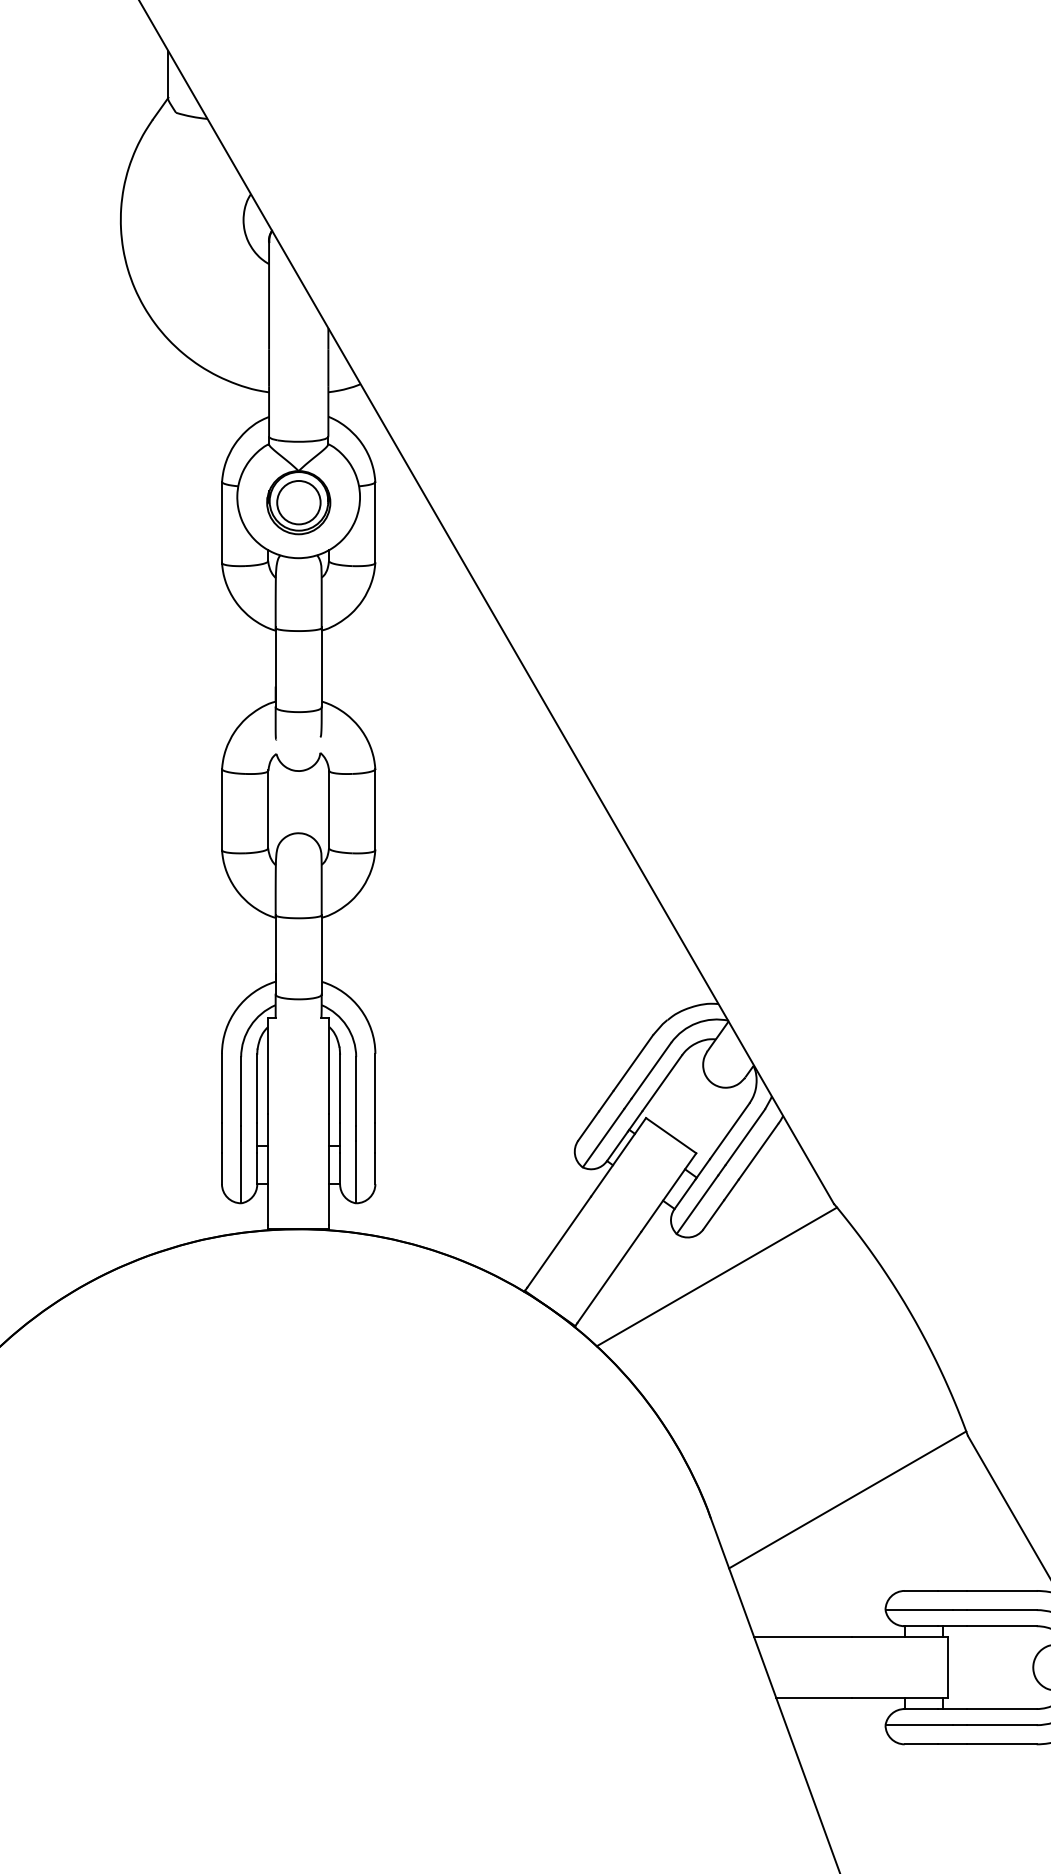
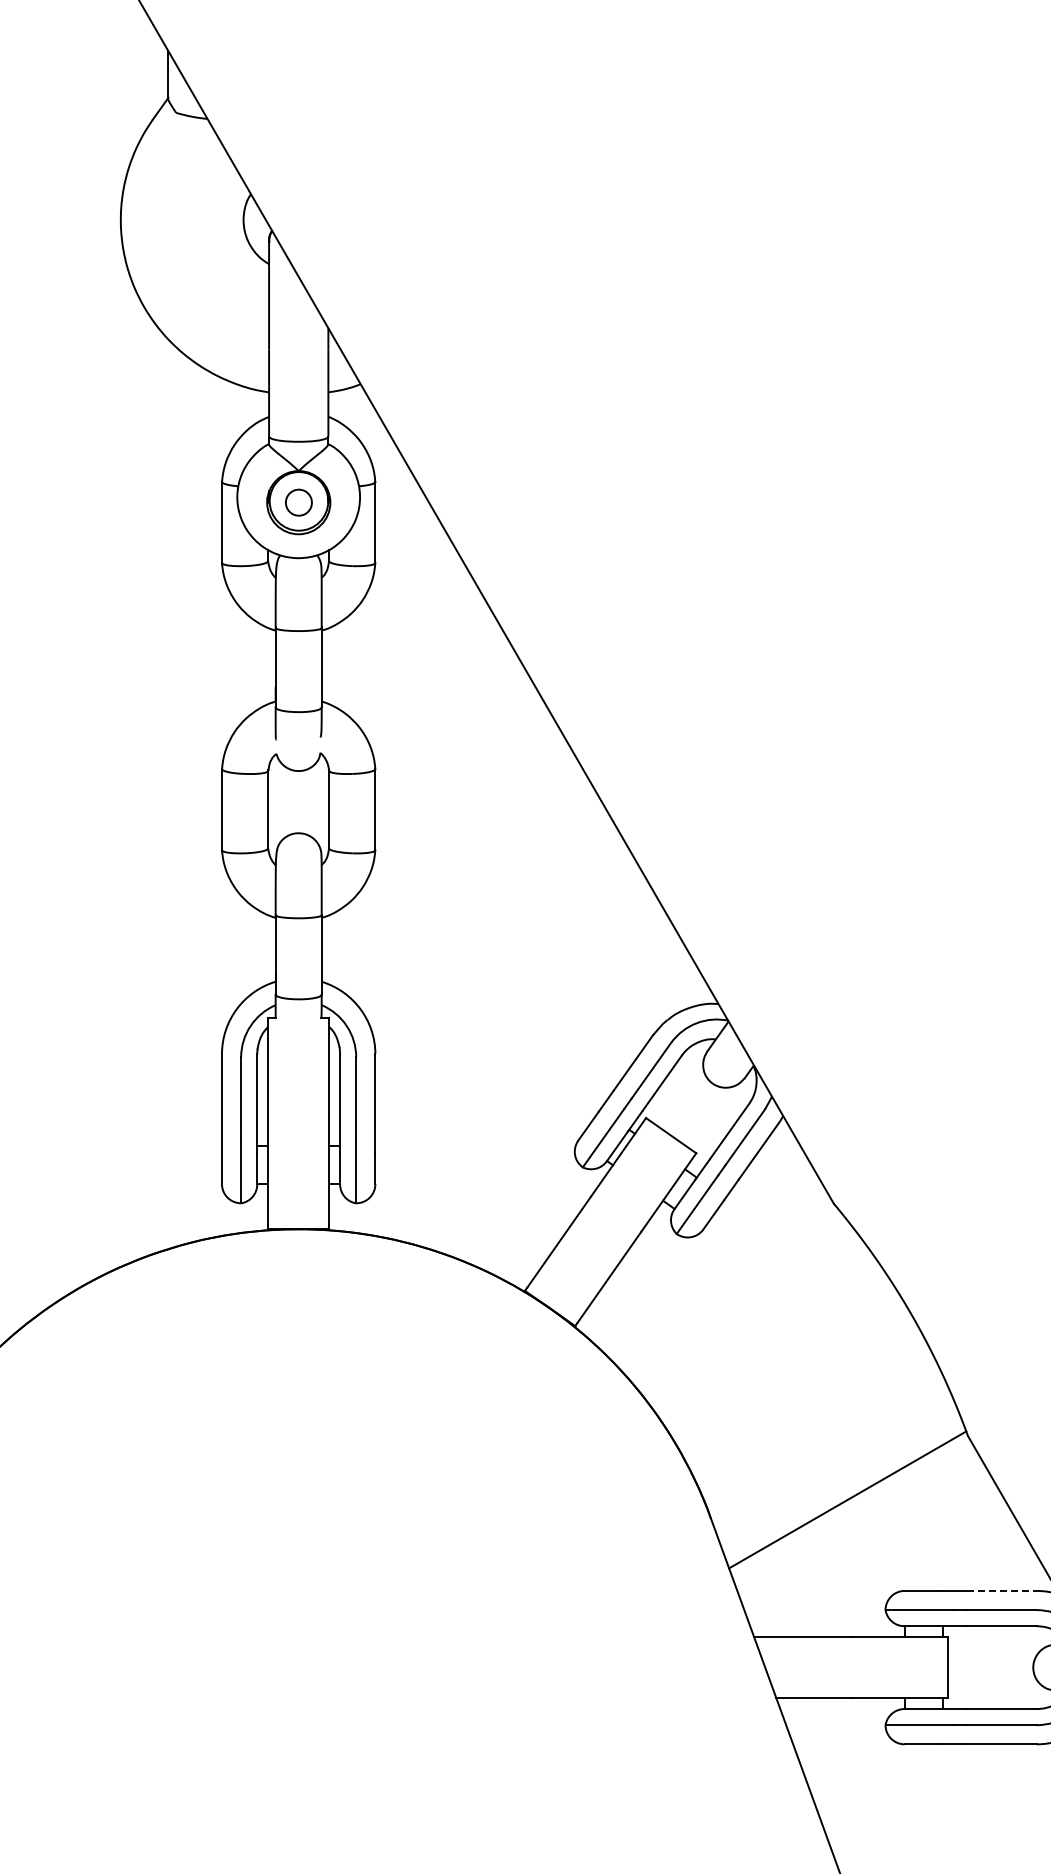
circle at (298, 502) diameter: 43 px -> 26 px
line at (716, 1276): present -> none
line at (1001, 1590): solid -> dashed
